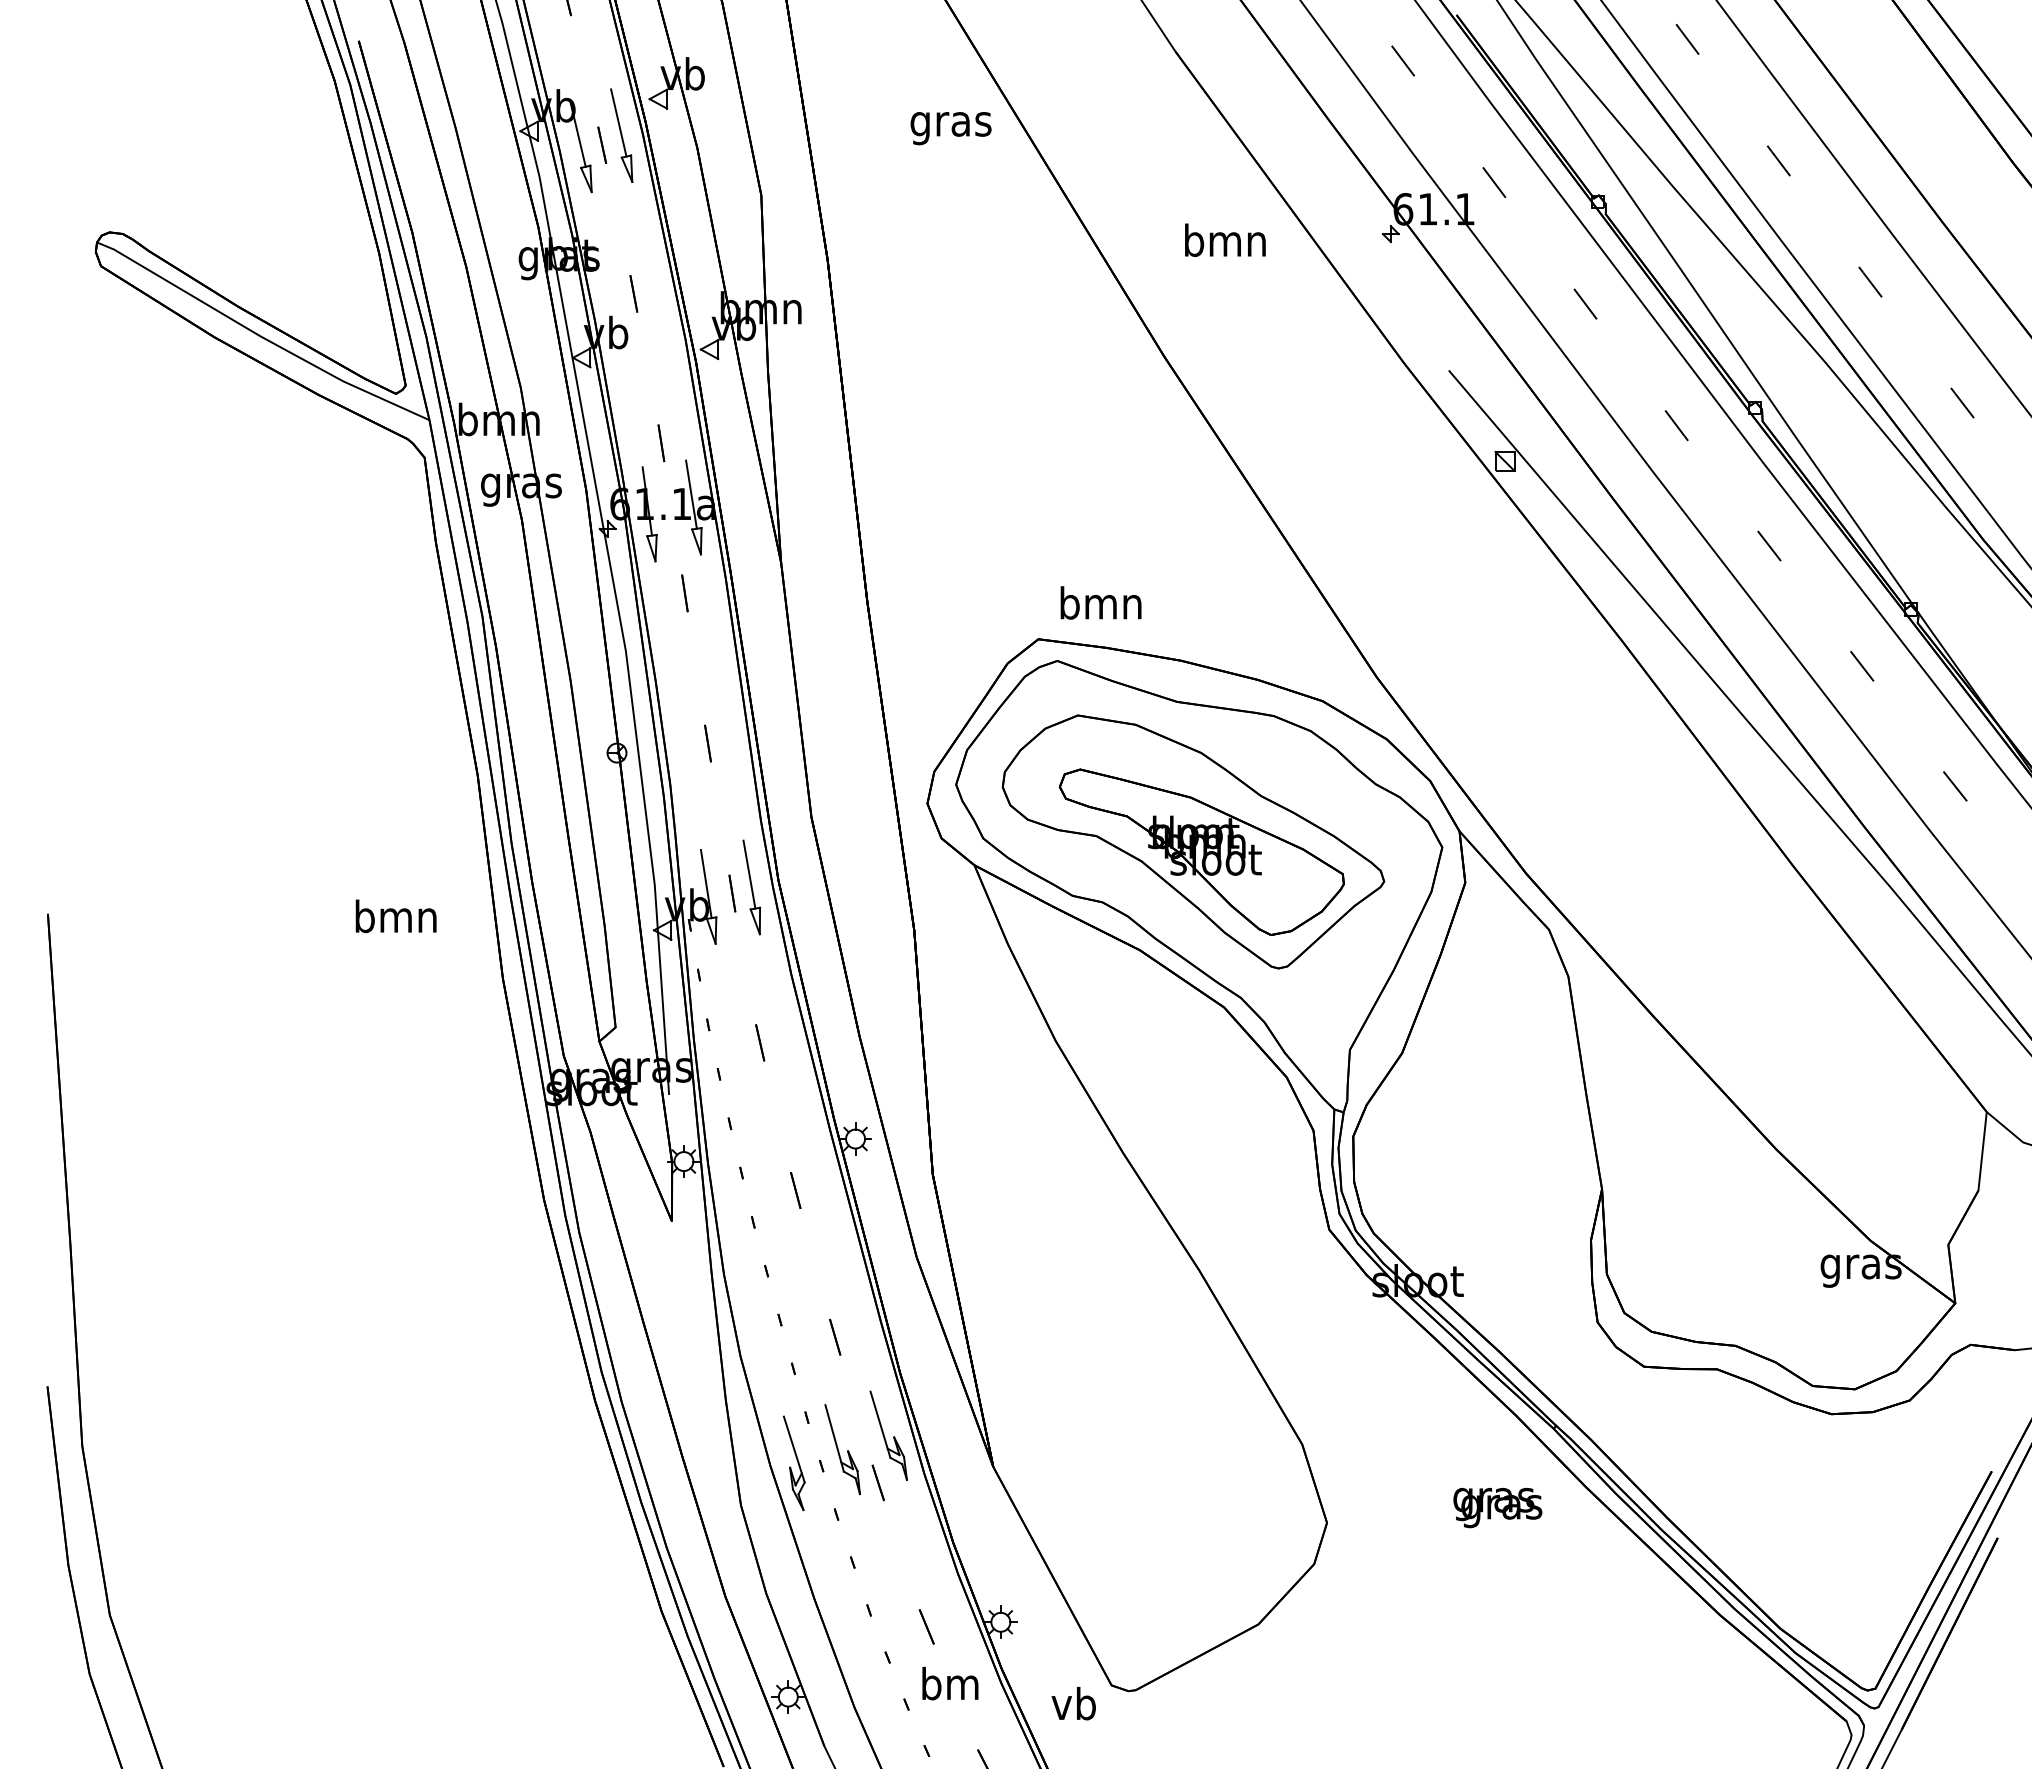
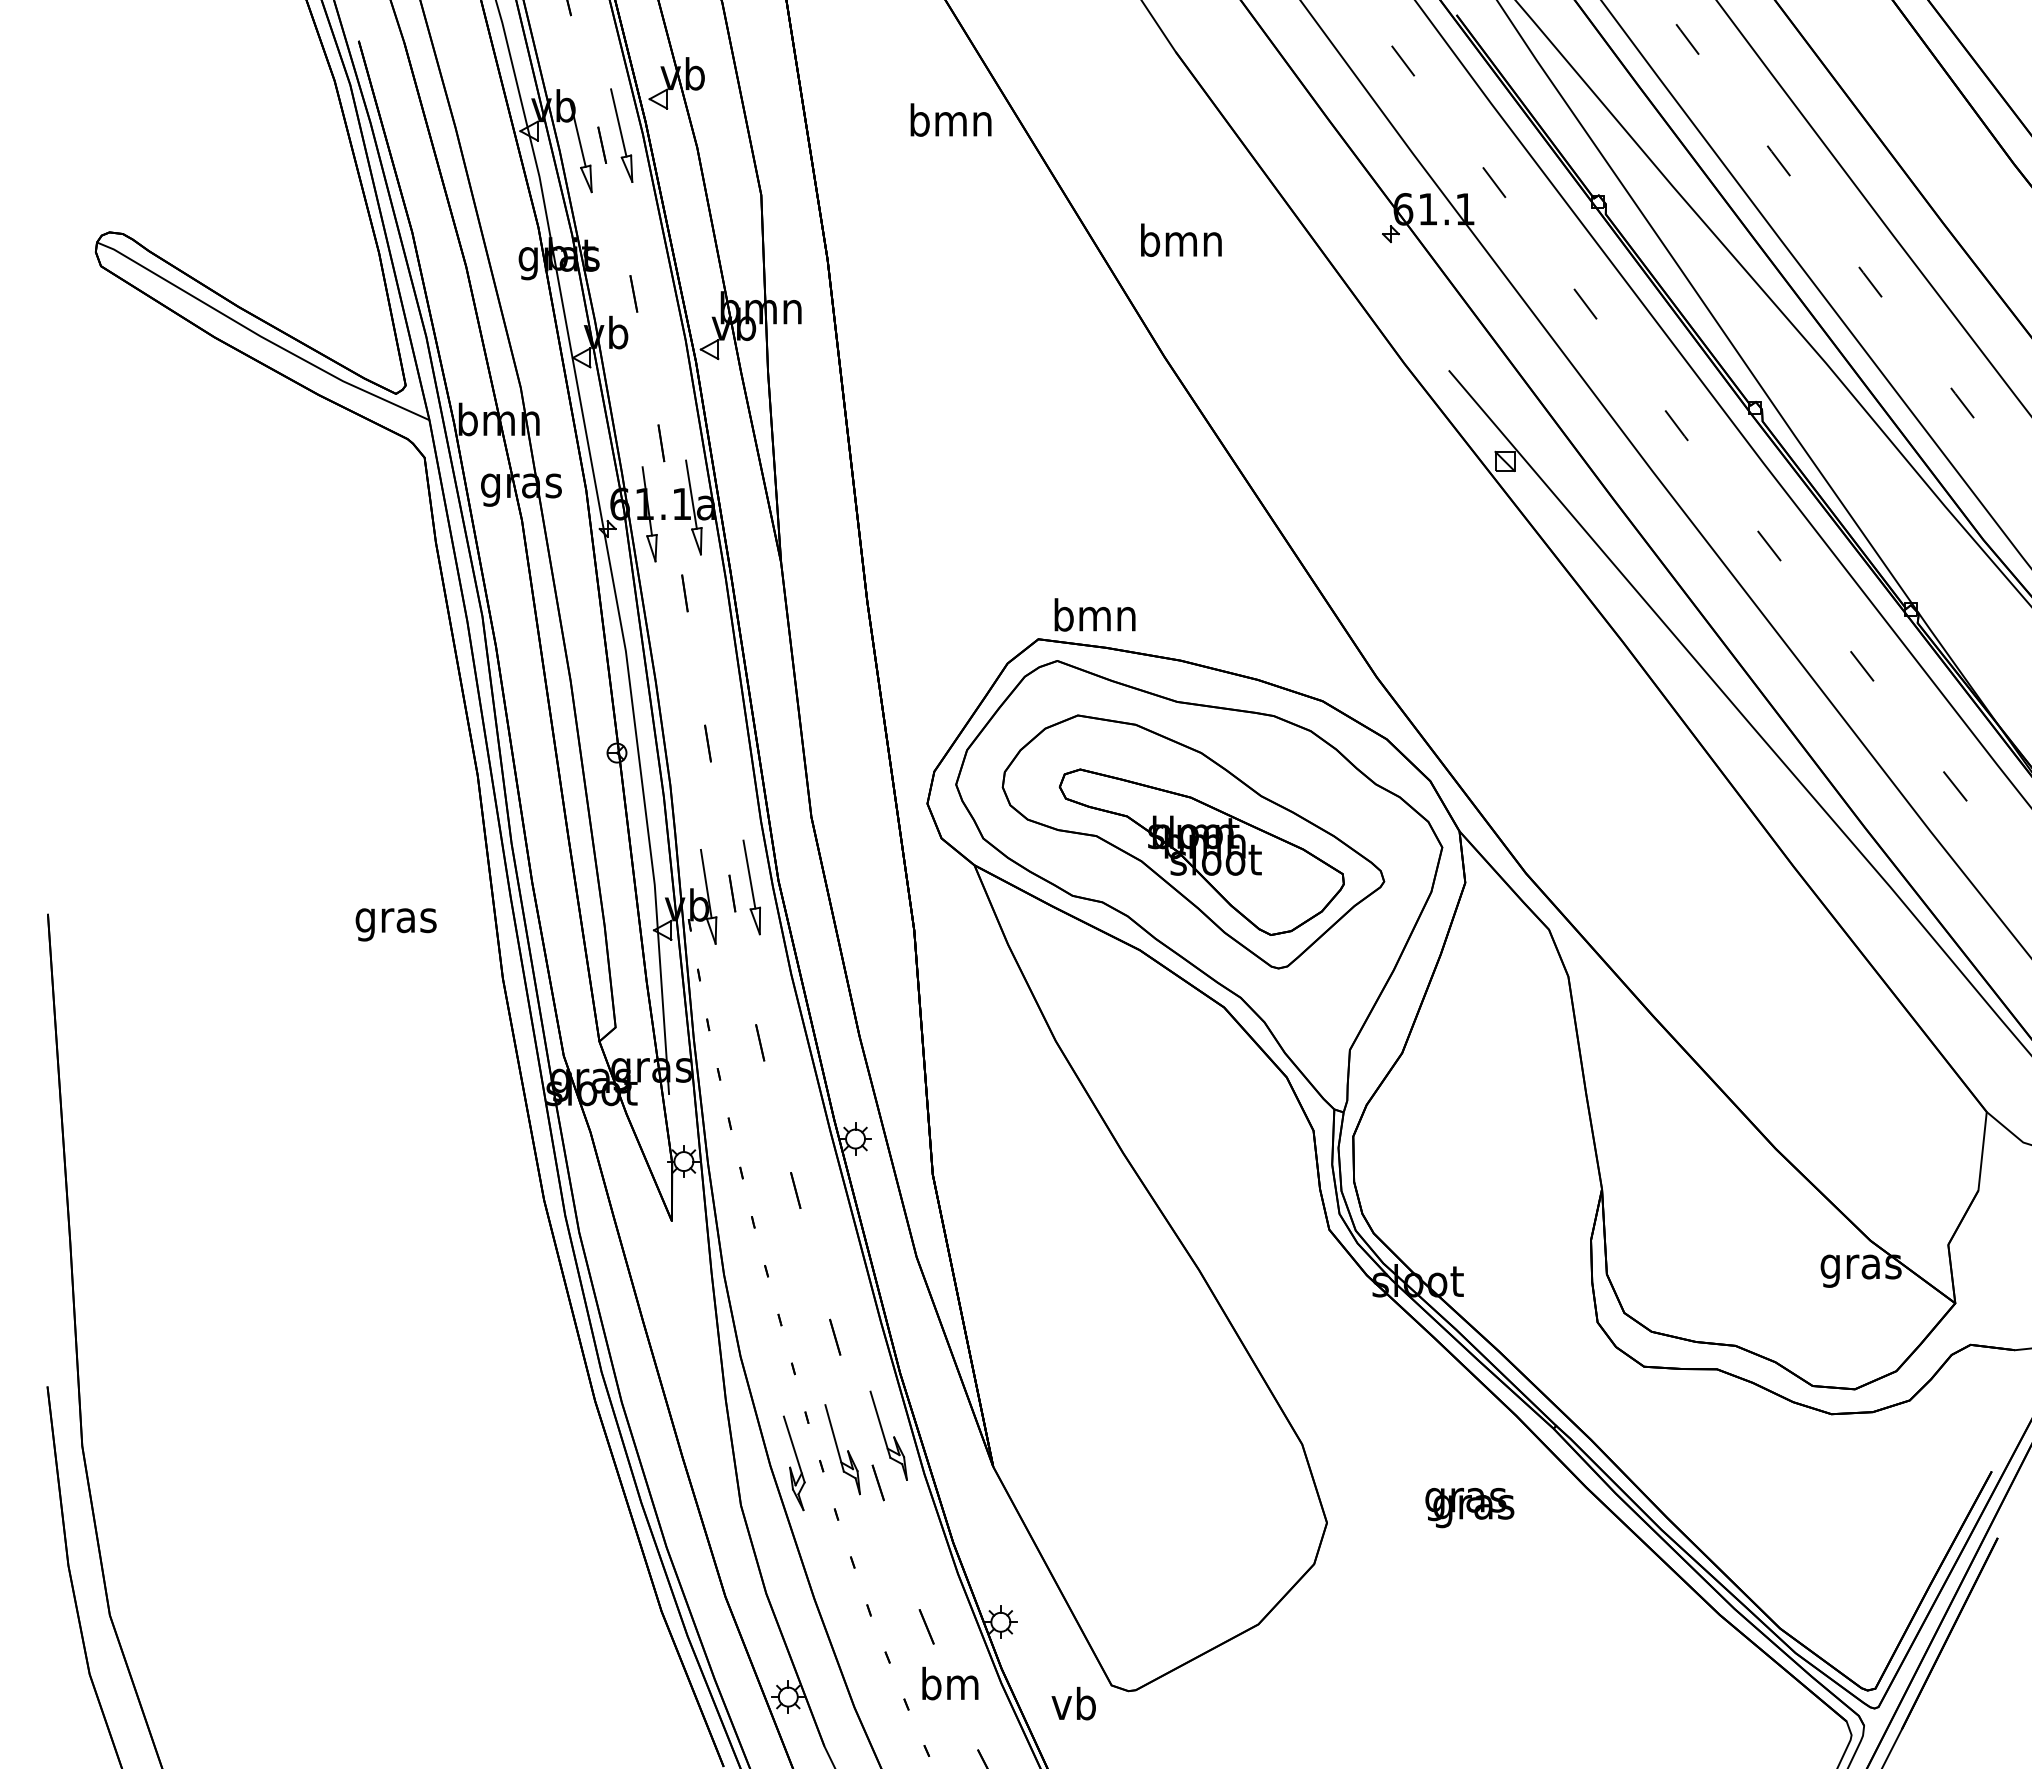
text at (950, 124): gras -> bmn
text at (1225, 239) position: (1225, 239) -> (1181, 239)
text at (1100, 602) position: (1100, 602) -> (1094, 614)
text at (395, 920): bmn -> gras
text at (1497, 1507) position: (1497, 1507) -> (1469, 1507)
